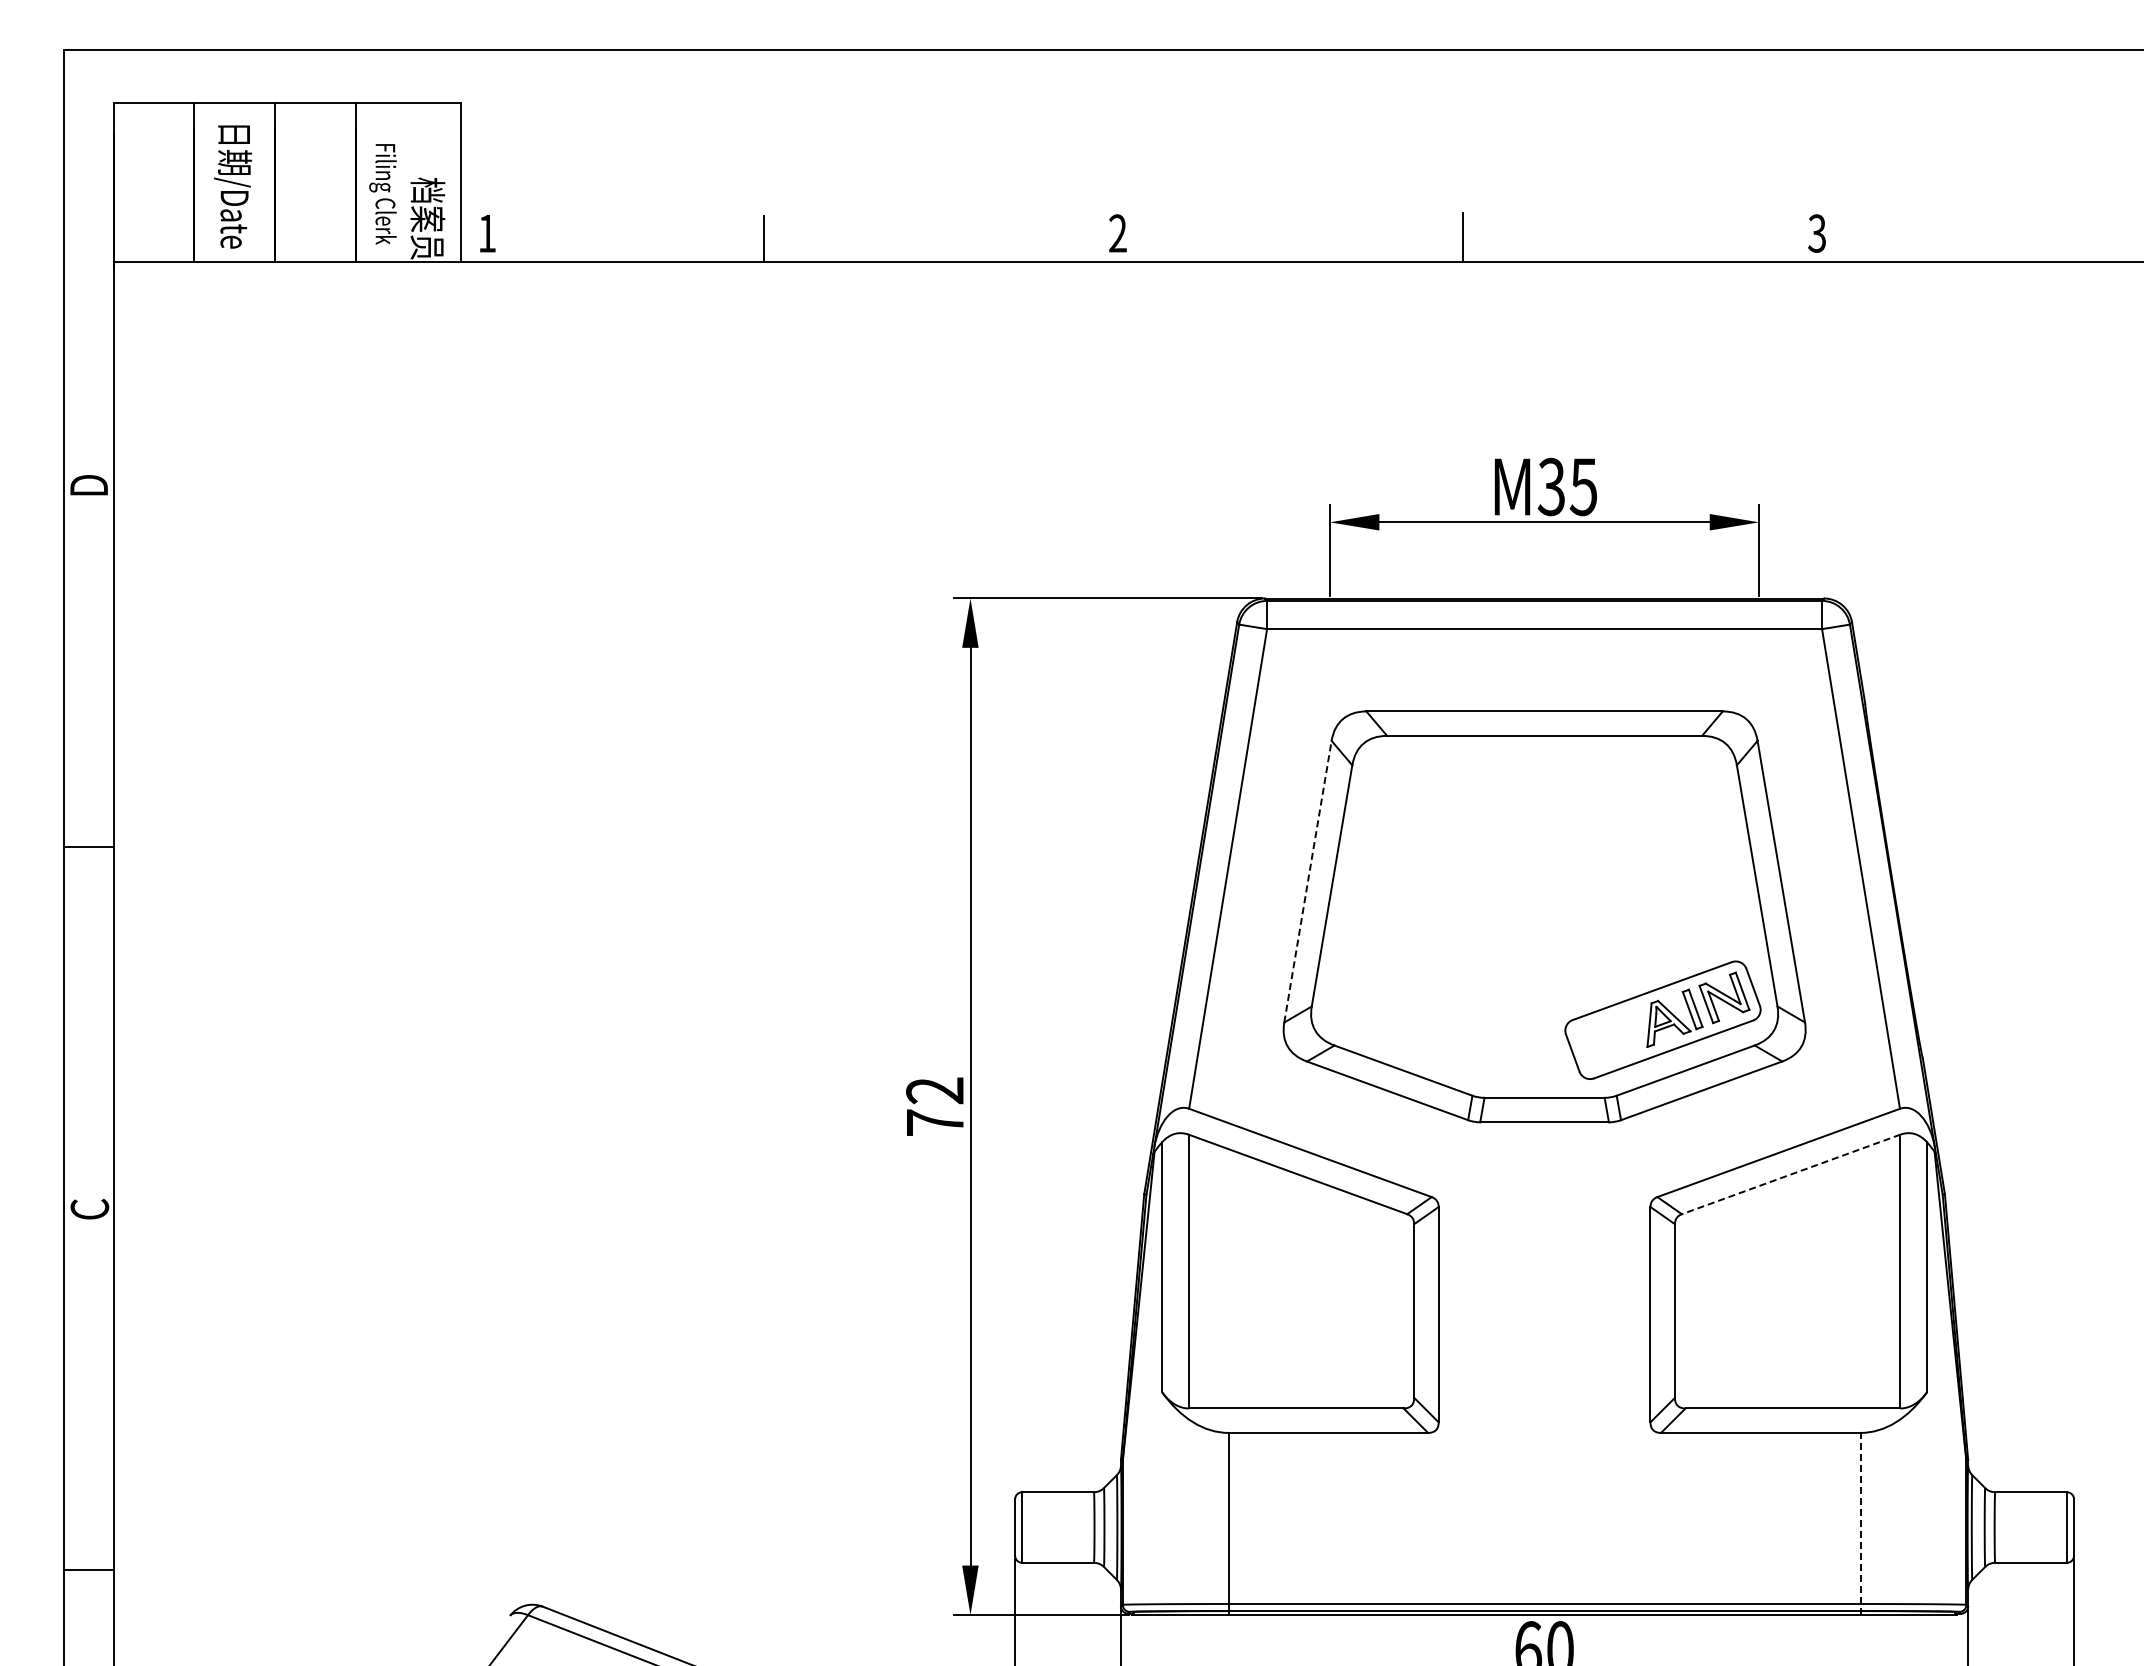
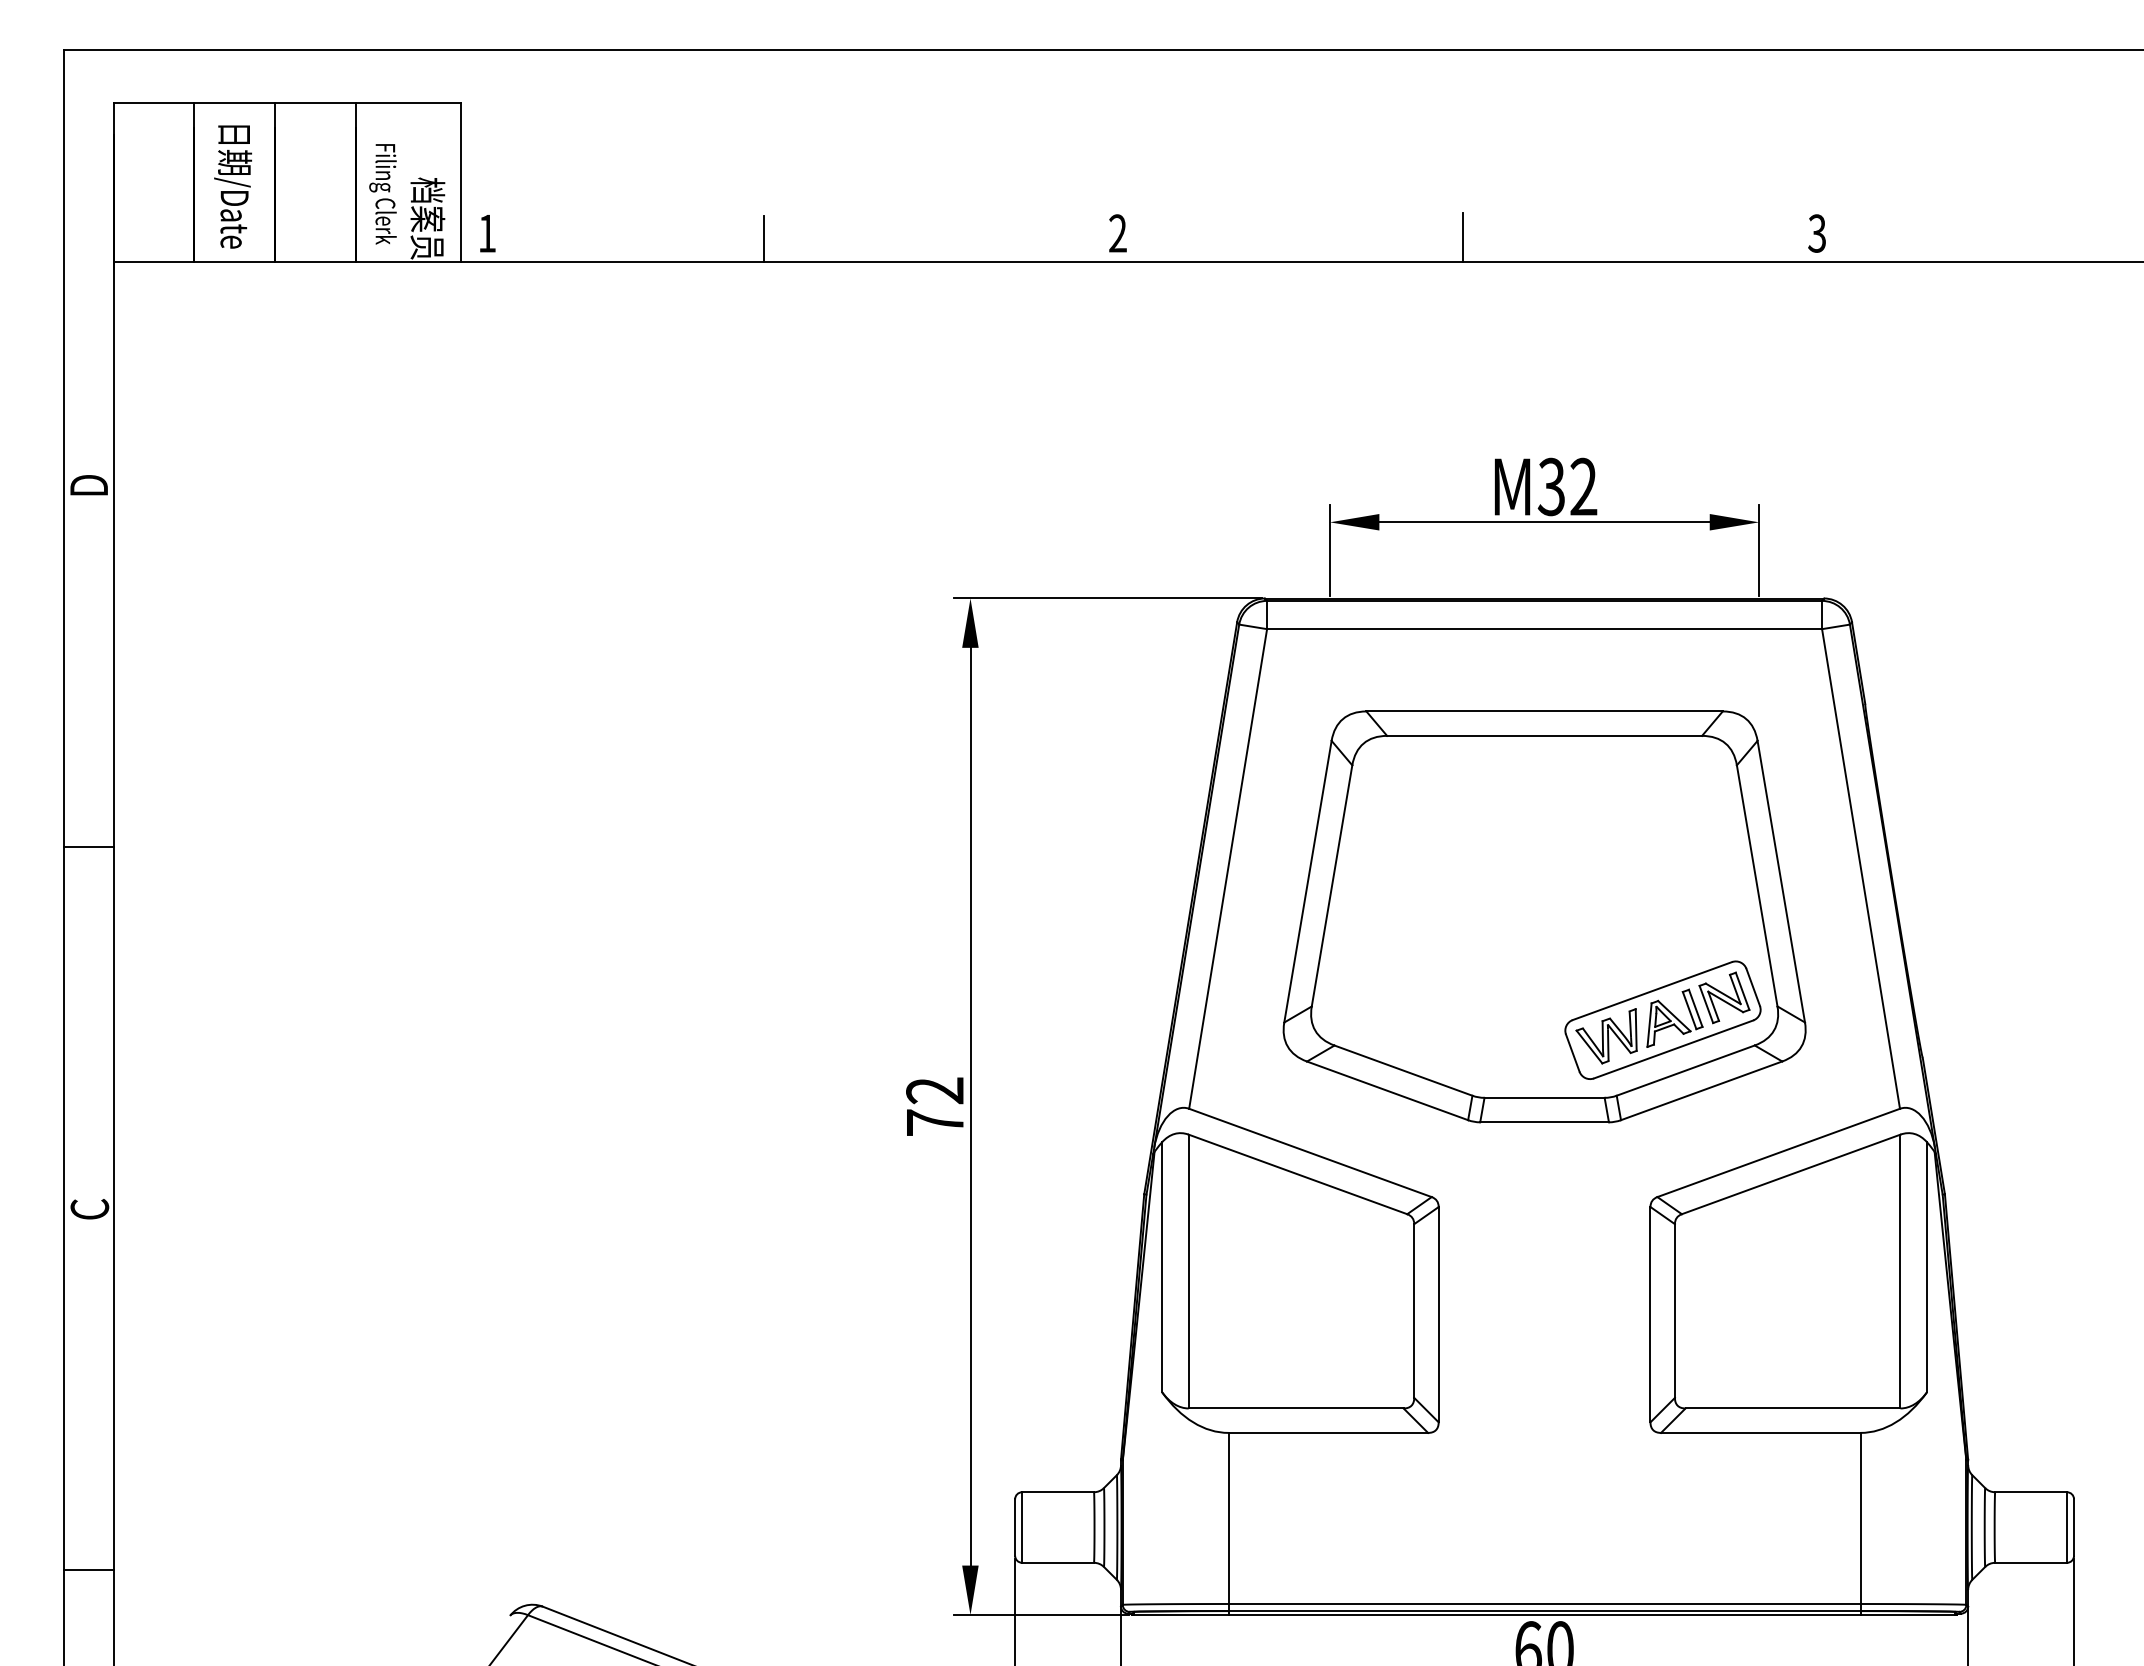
text at (1583, 486): M35 -> M32
line at (1307, 881): dashed -> solid
part at (1606, 1036): none -> present
line at (1790, 1174): dashed -> solid
line at (1860, 1523): dashed -> solid
